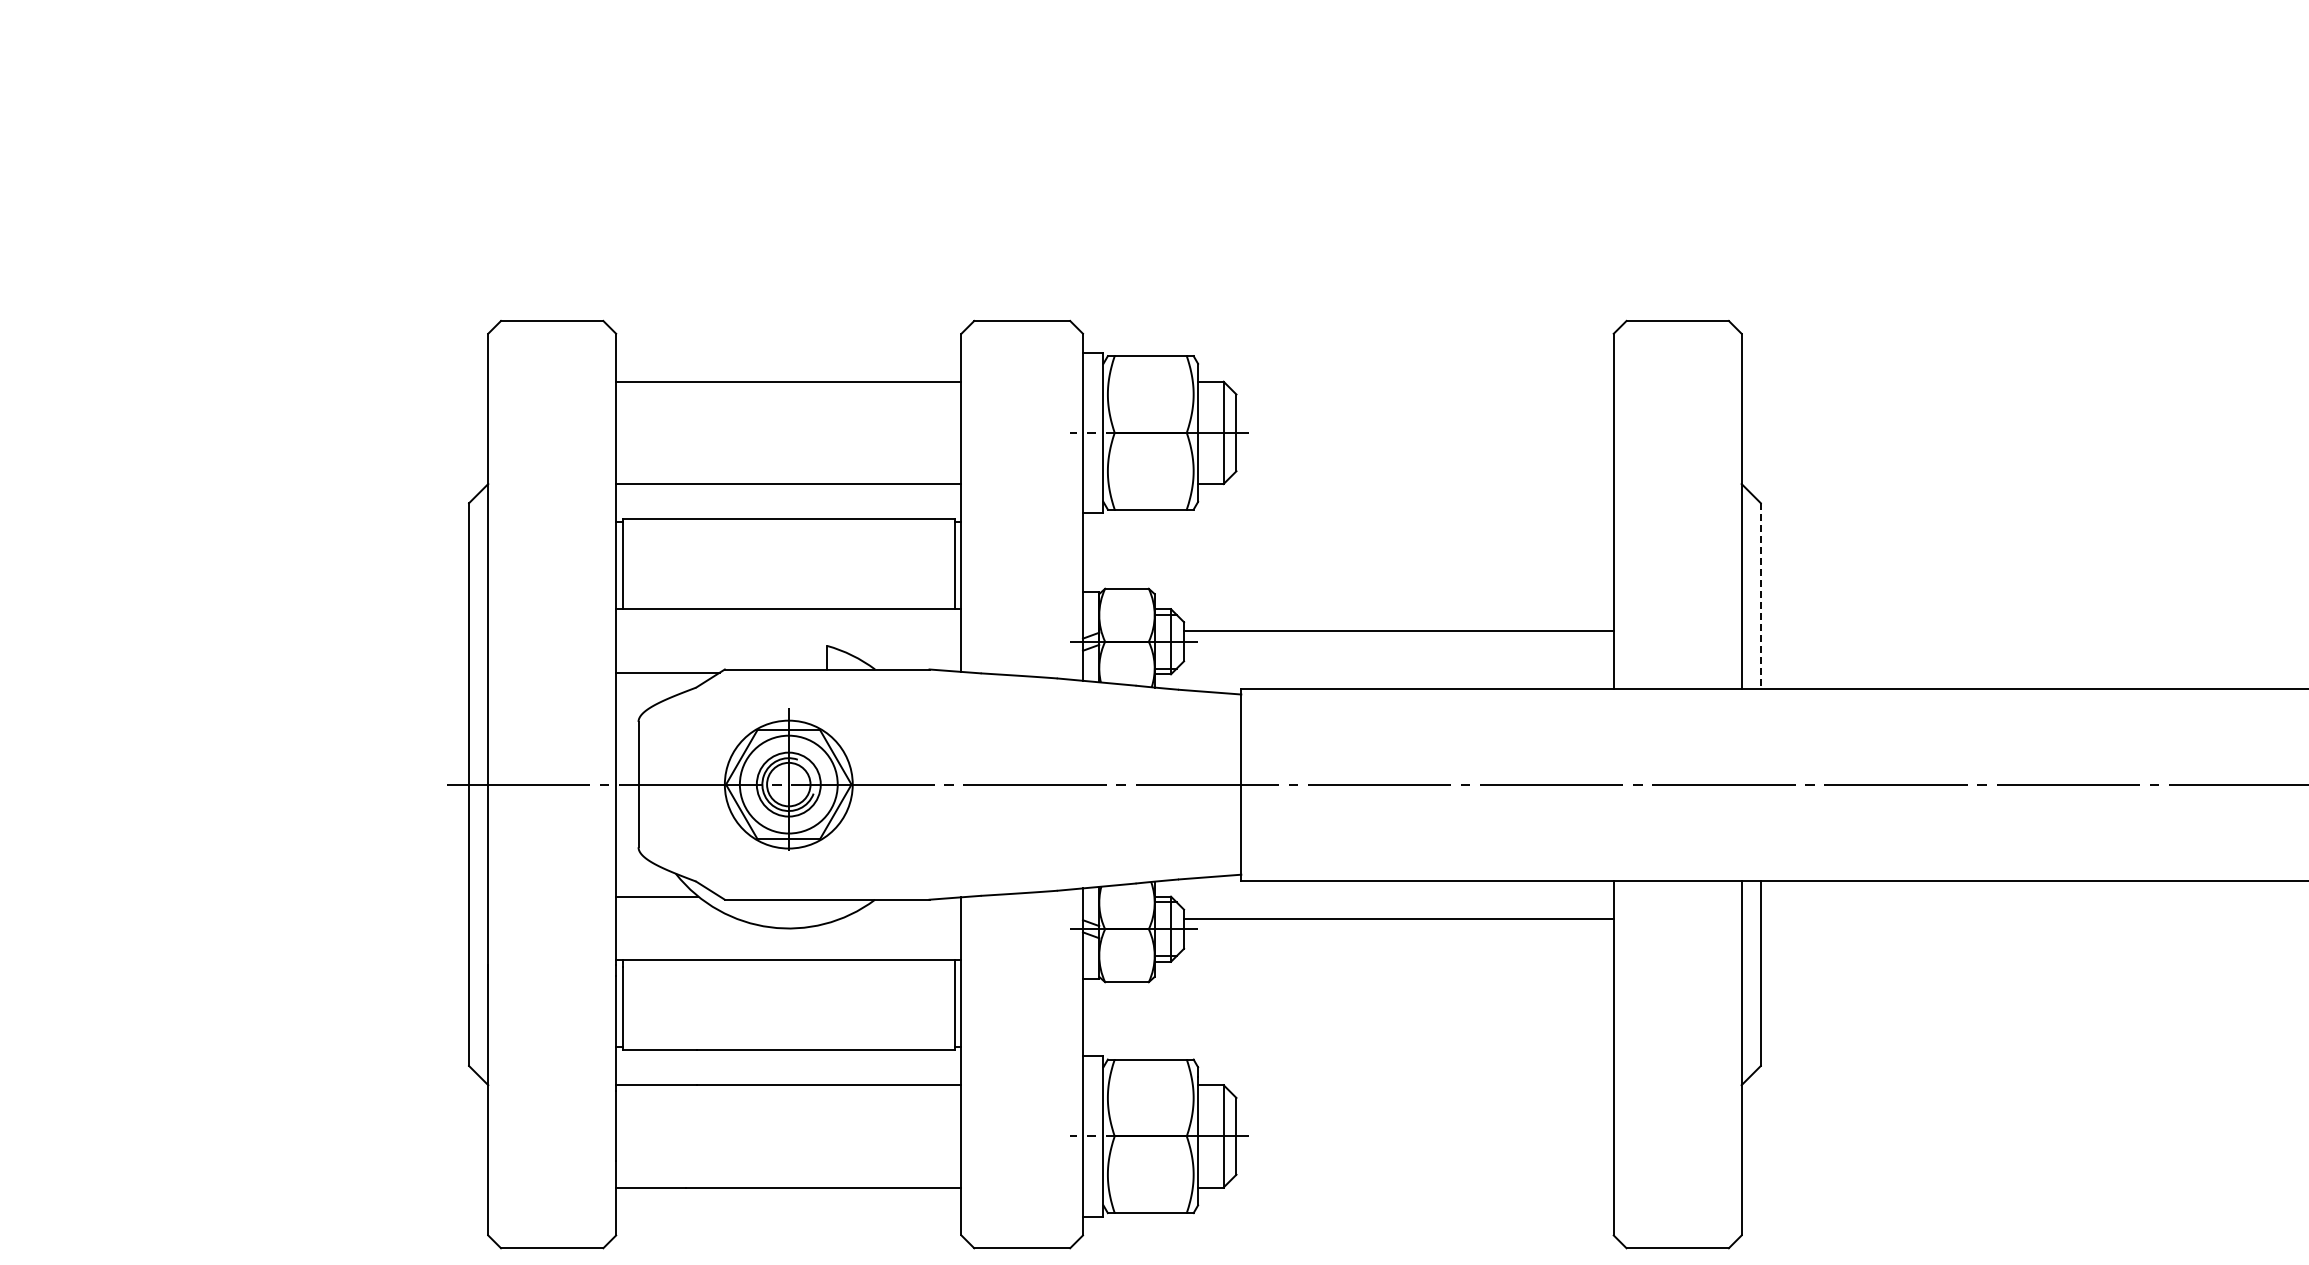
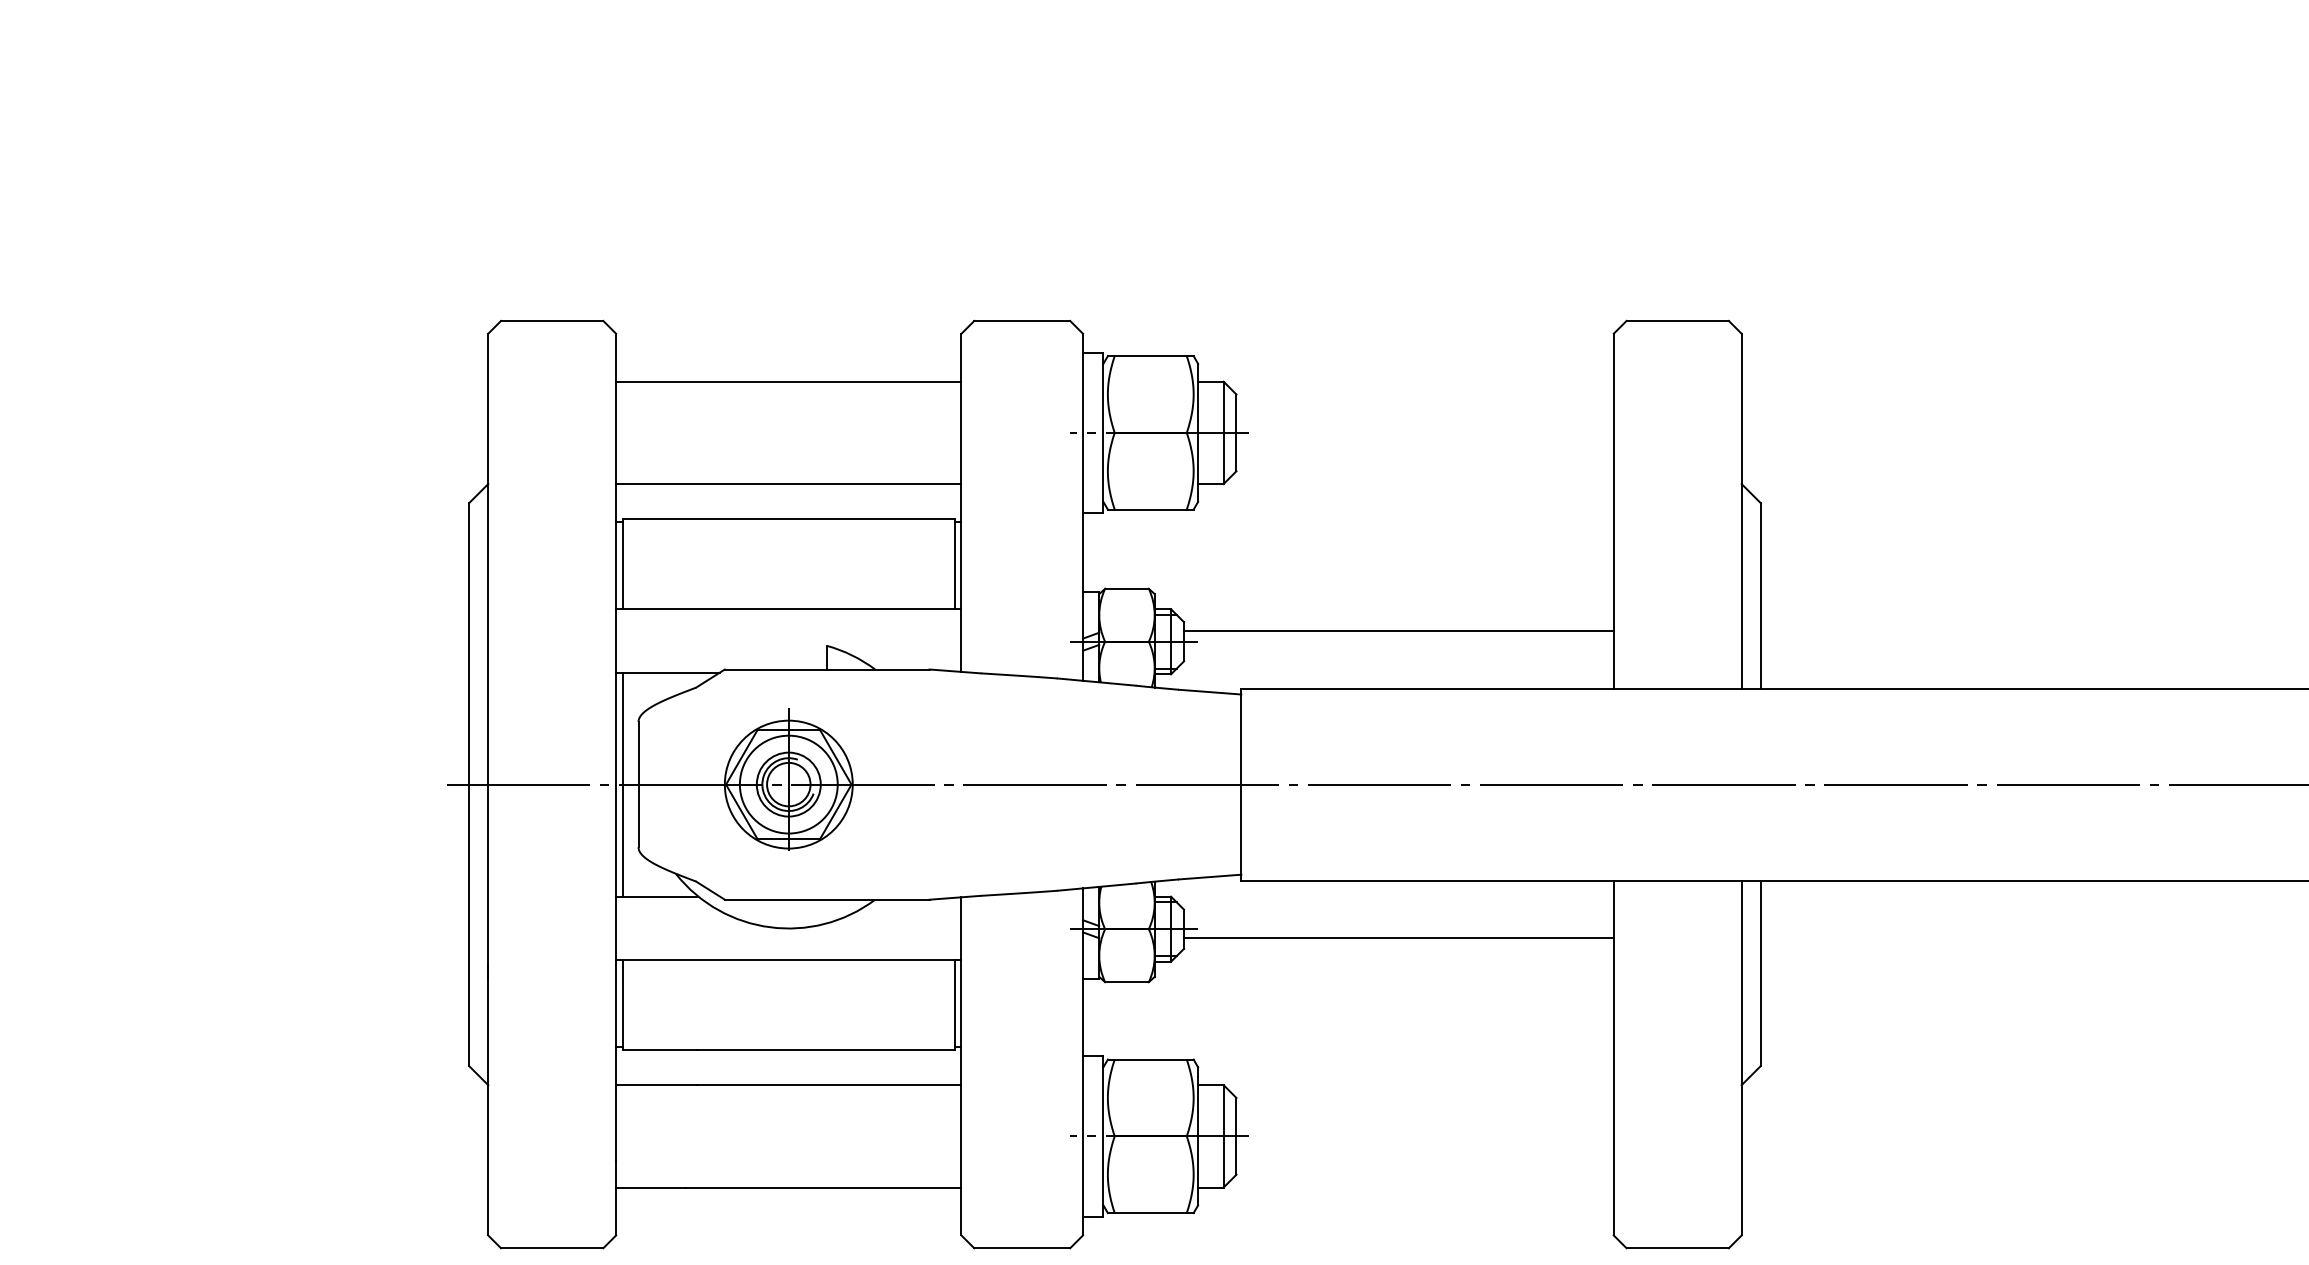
line at (1760, 595): dashed -> solid
line at (622, 784): none -> present
line at (1398, 919) position: (1398, 919) -> (1398, 938)
